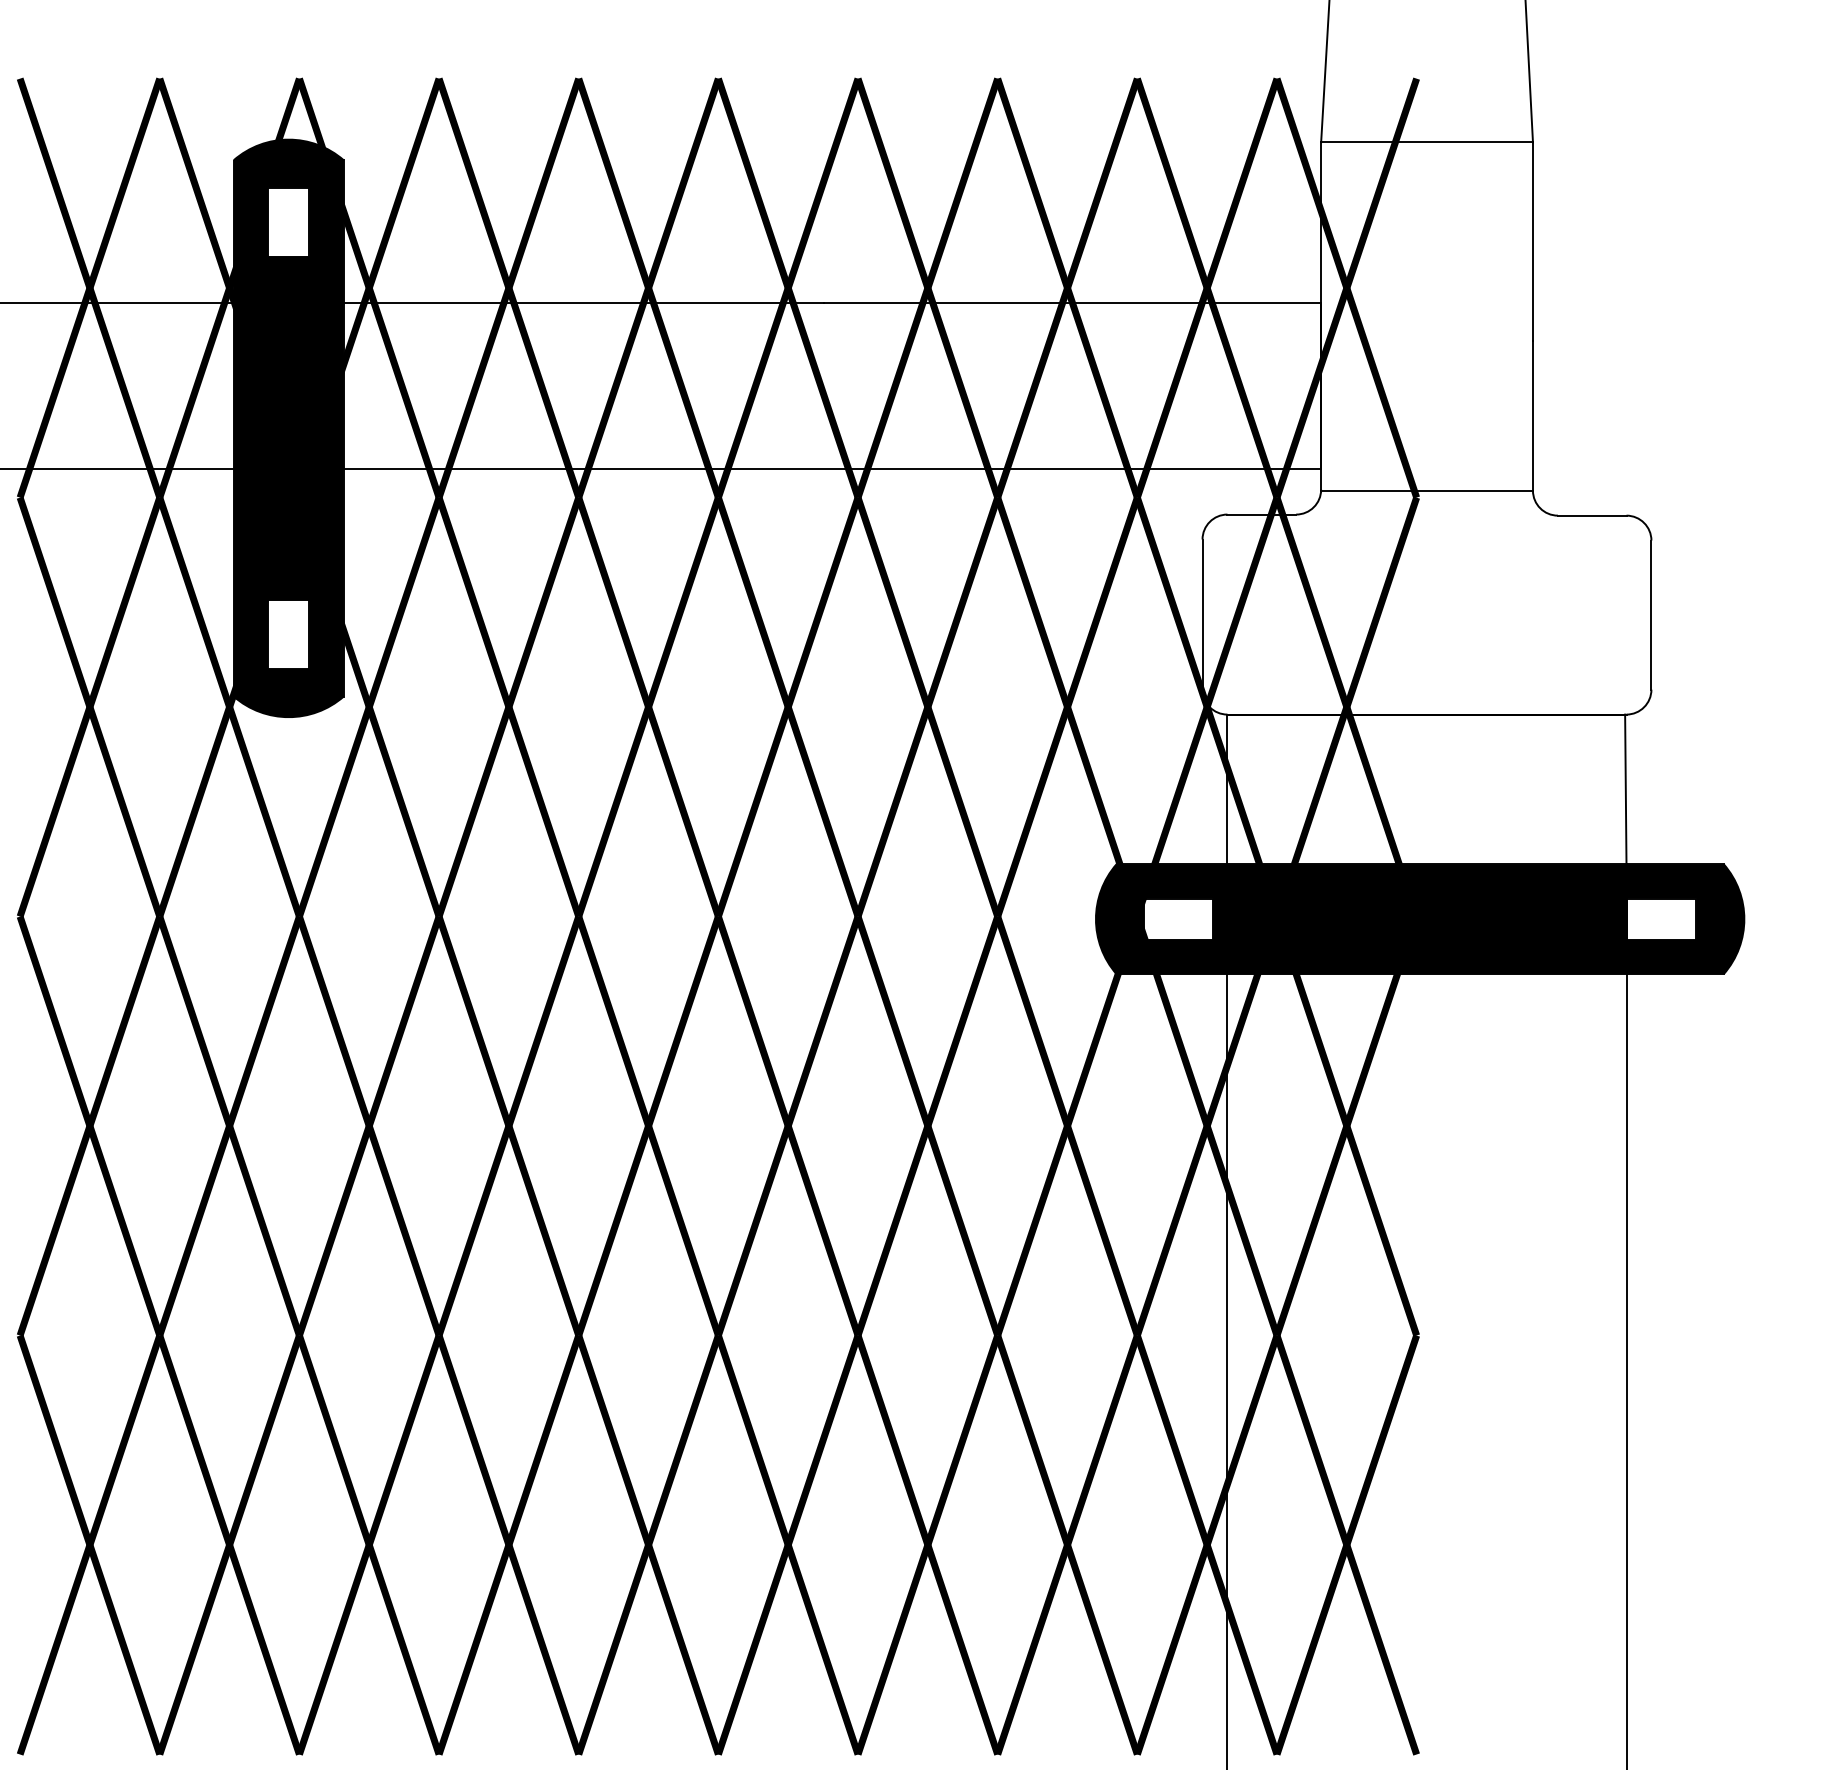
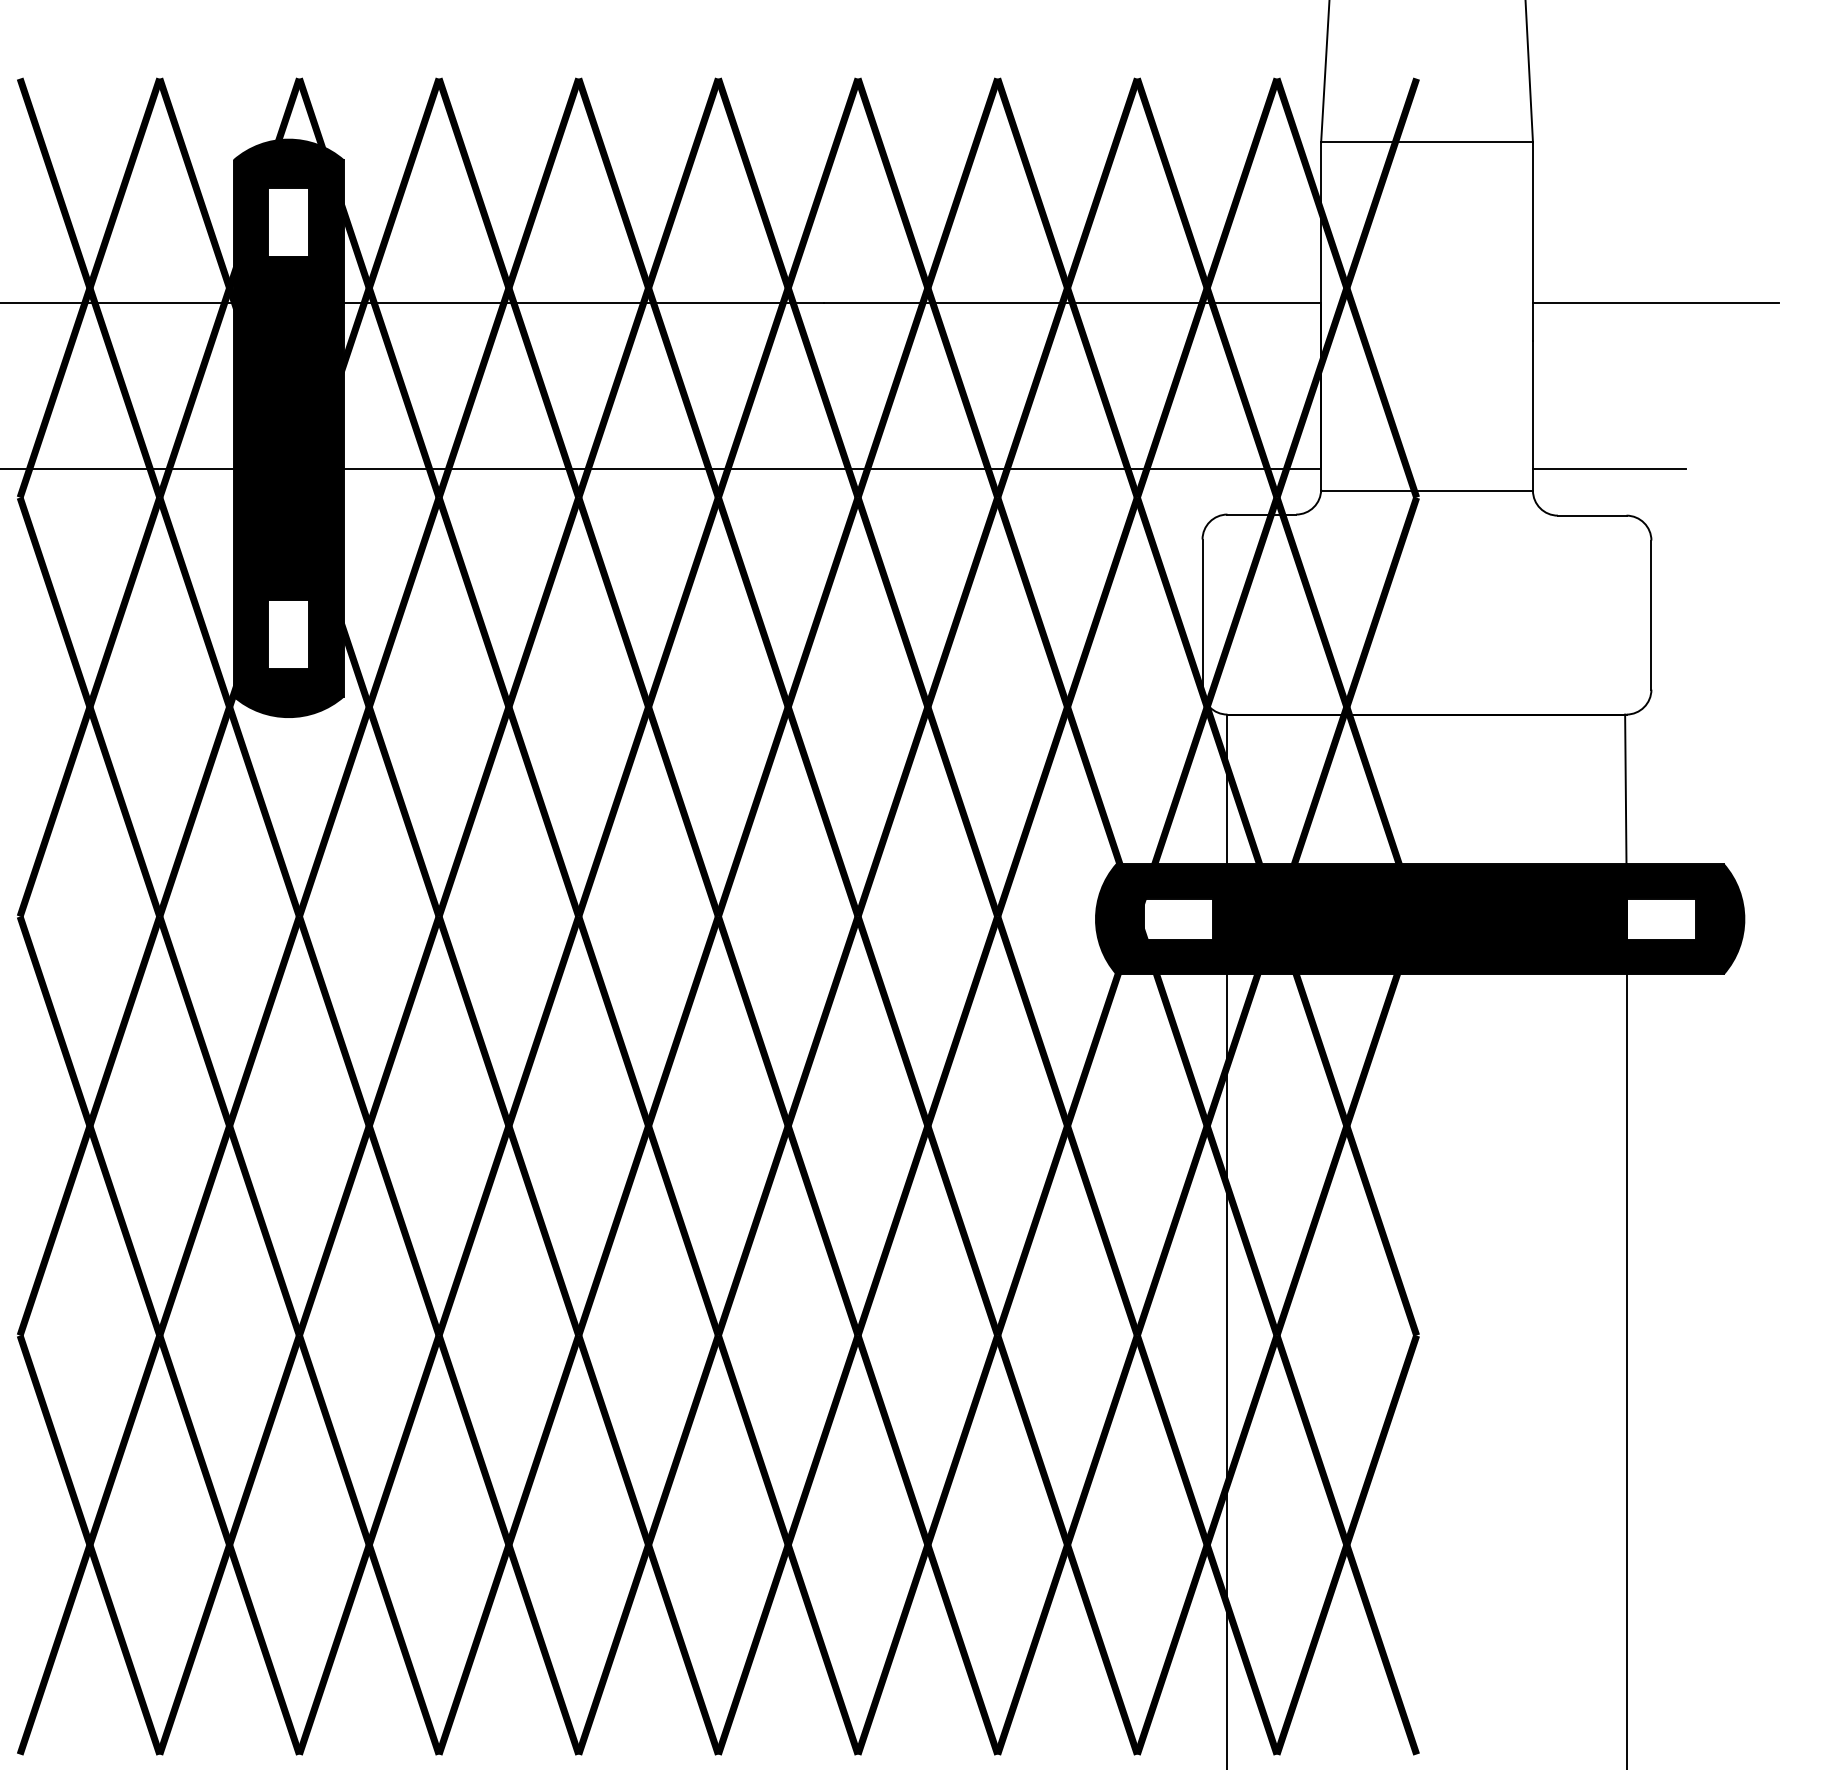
line at (1655, 303): none -> present
line at (1609, 468): none -> present
